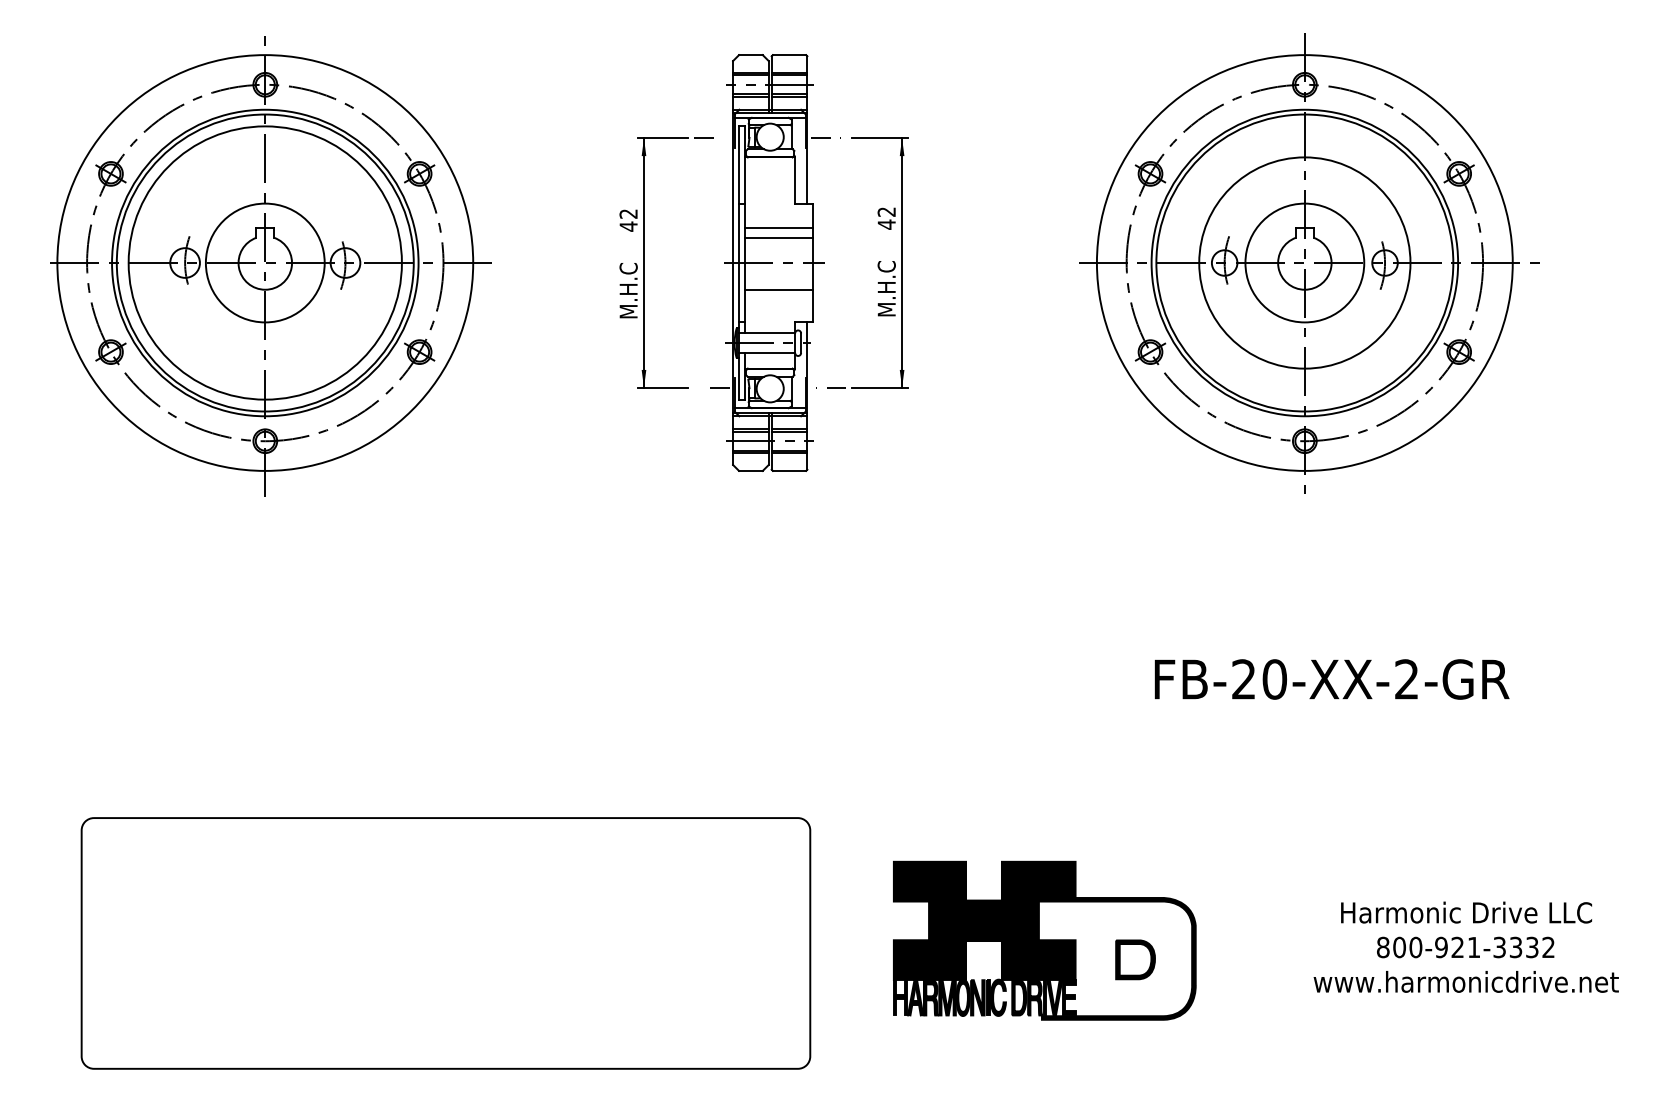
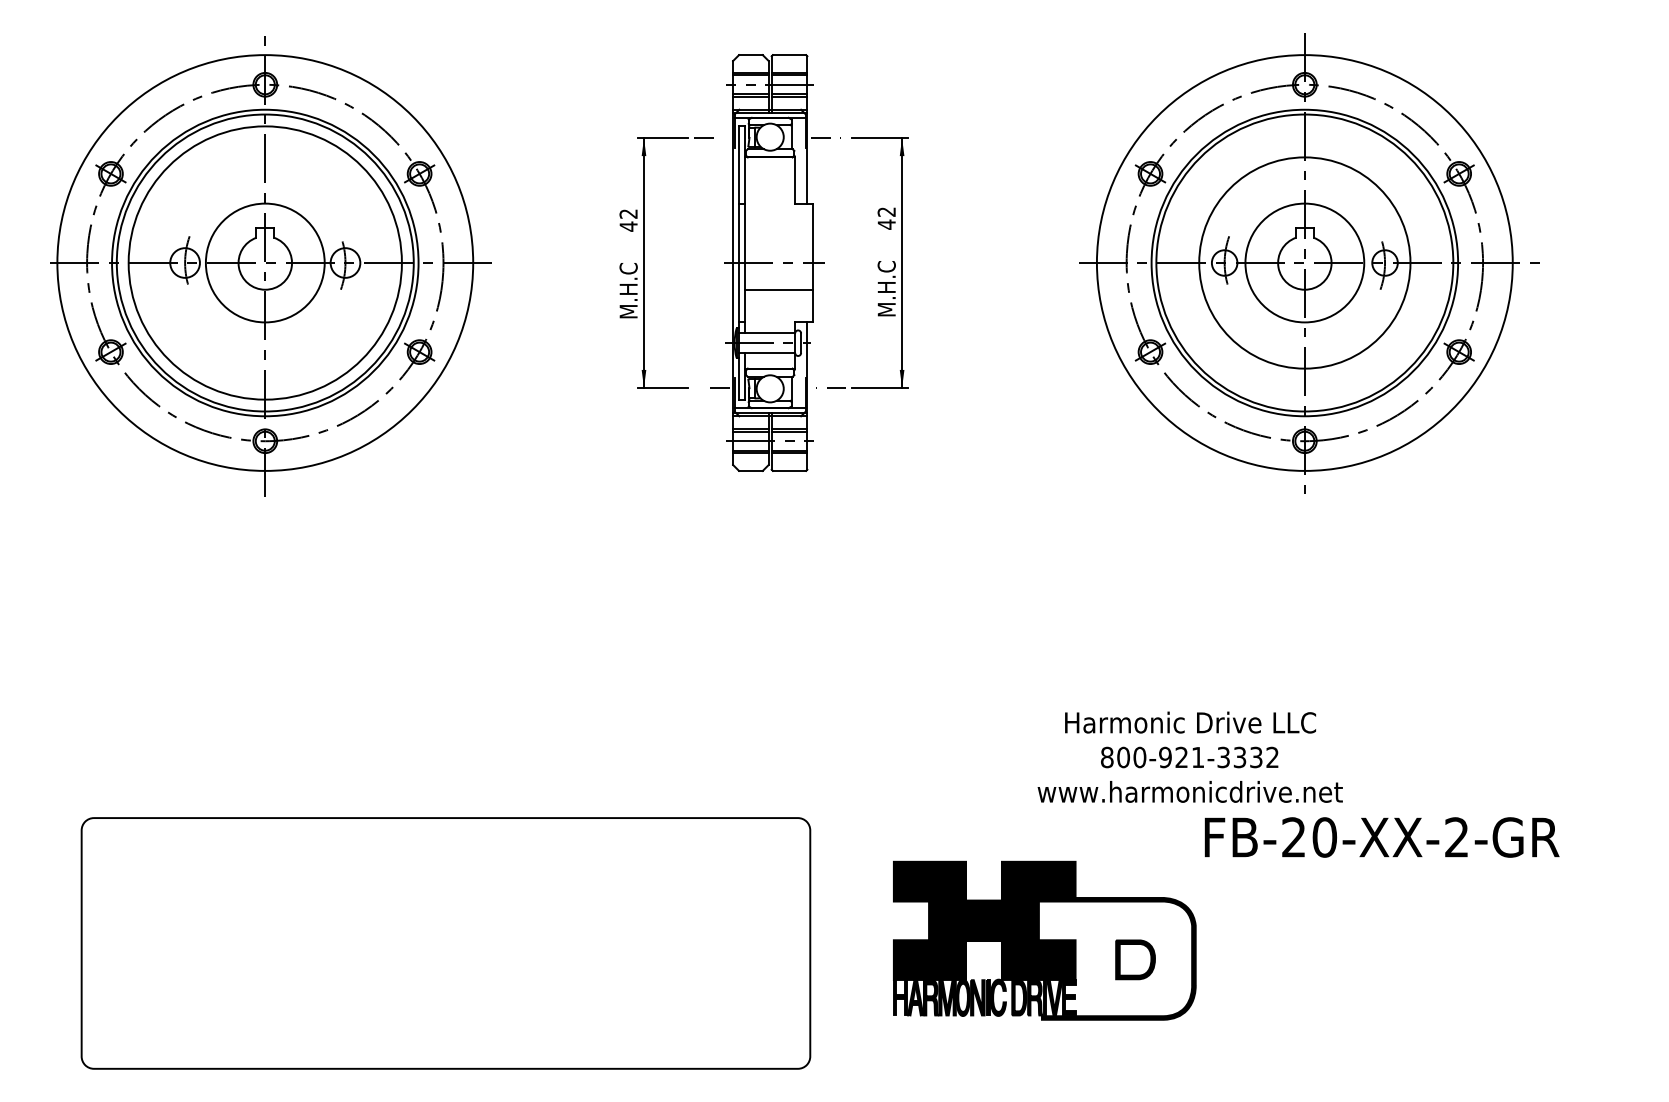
line at (779, 227): present -> none
line at (779, 237): present -> none
text at (1331, 679) position: (1331, 679) -> (1381, 837)
text at (1465, 946) position: (1465, 946) -> (1189, 756)
